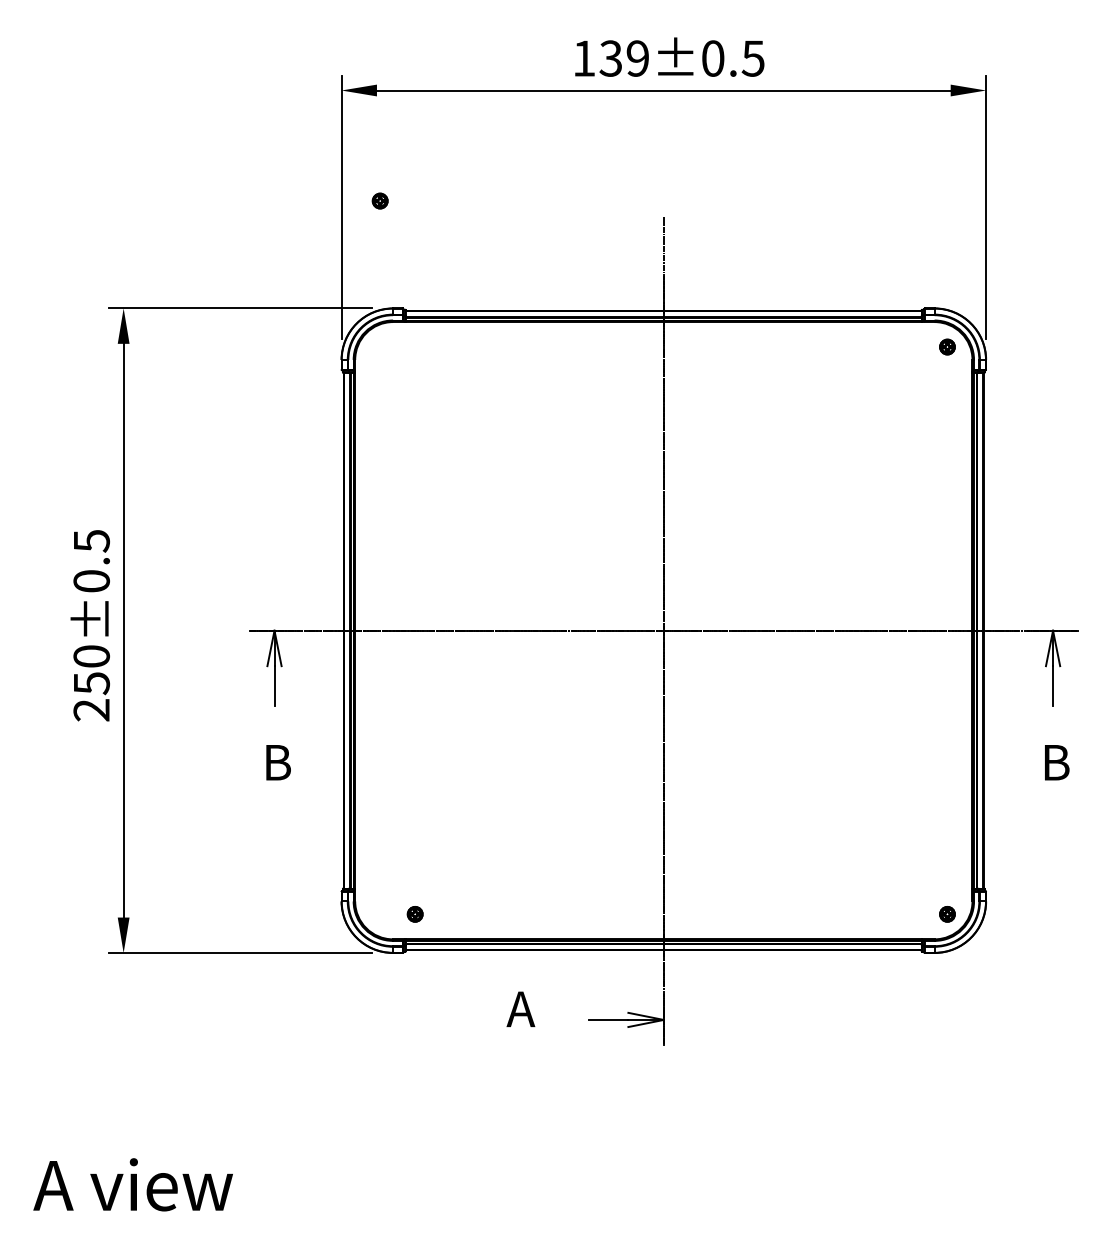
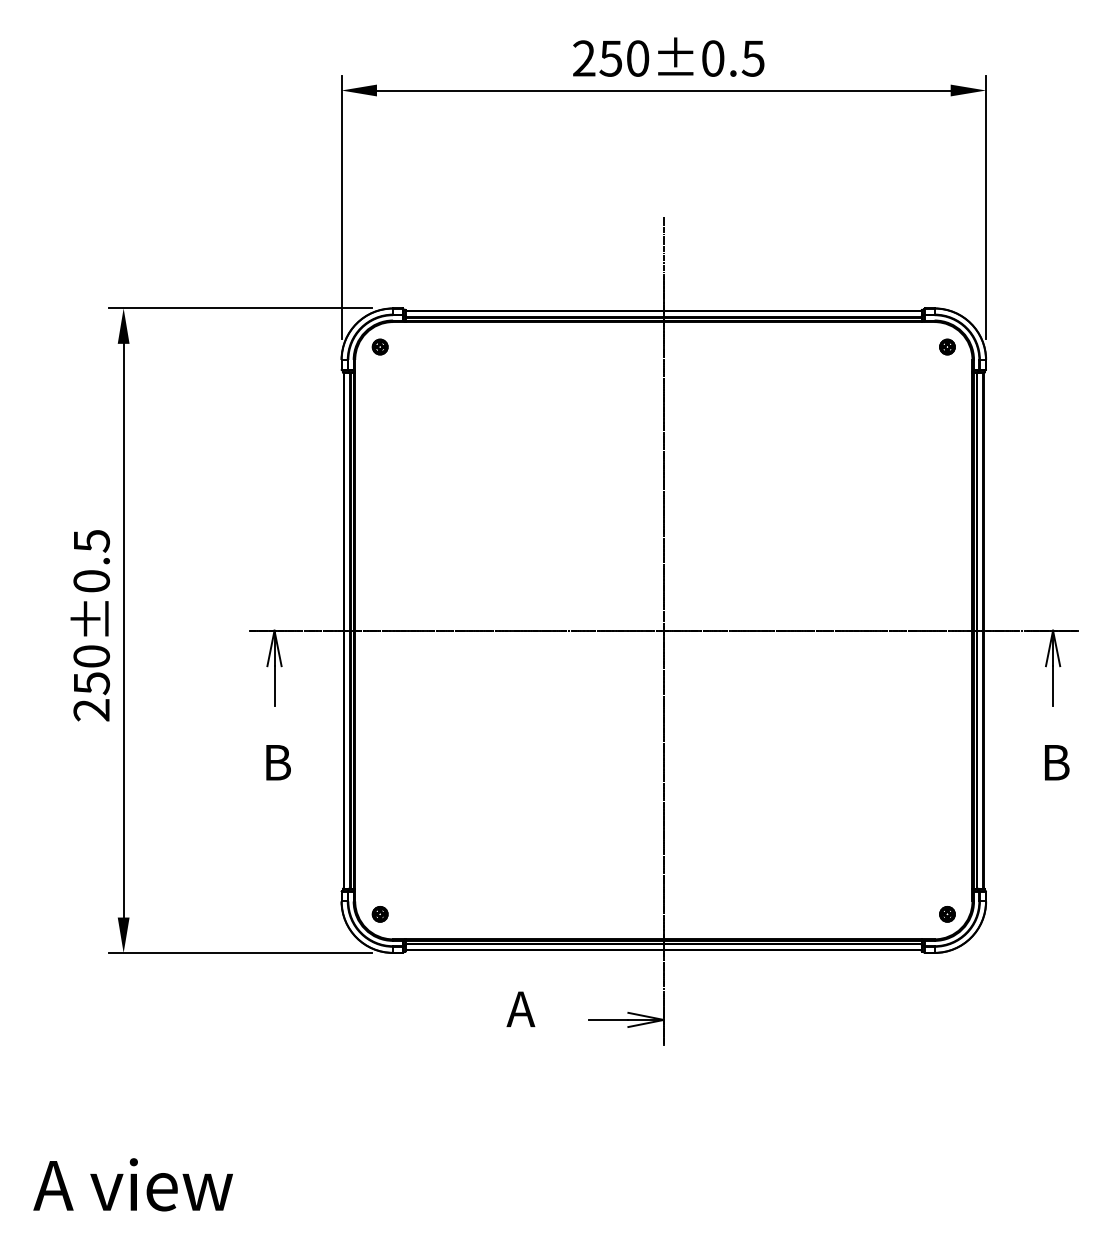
text at (611, 58): 139±0.5 -> 250±0.5
part at (379, 200) position: (379, 200) -> (379, 346)
part at (414, 914) position: (414, 914) -> (379, 914)
